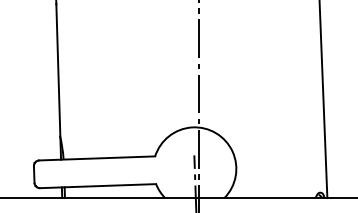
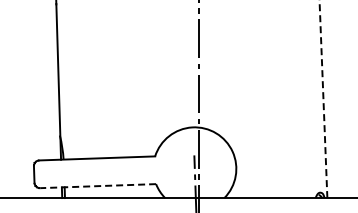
line at (323, 99): solid -> dashed
line at (98, 186): solid -> dashed
